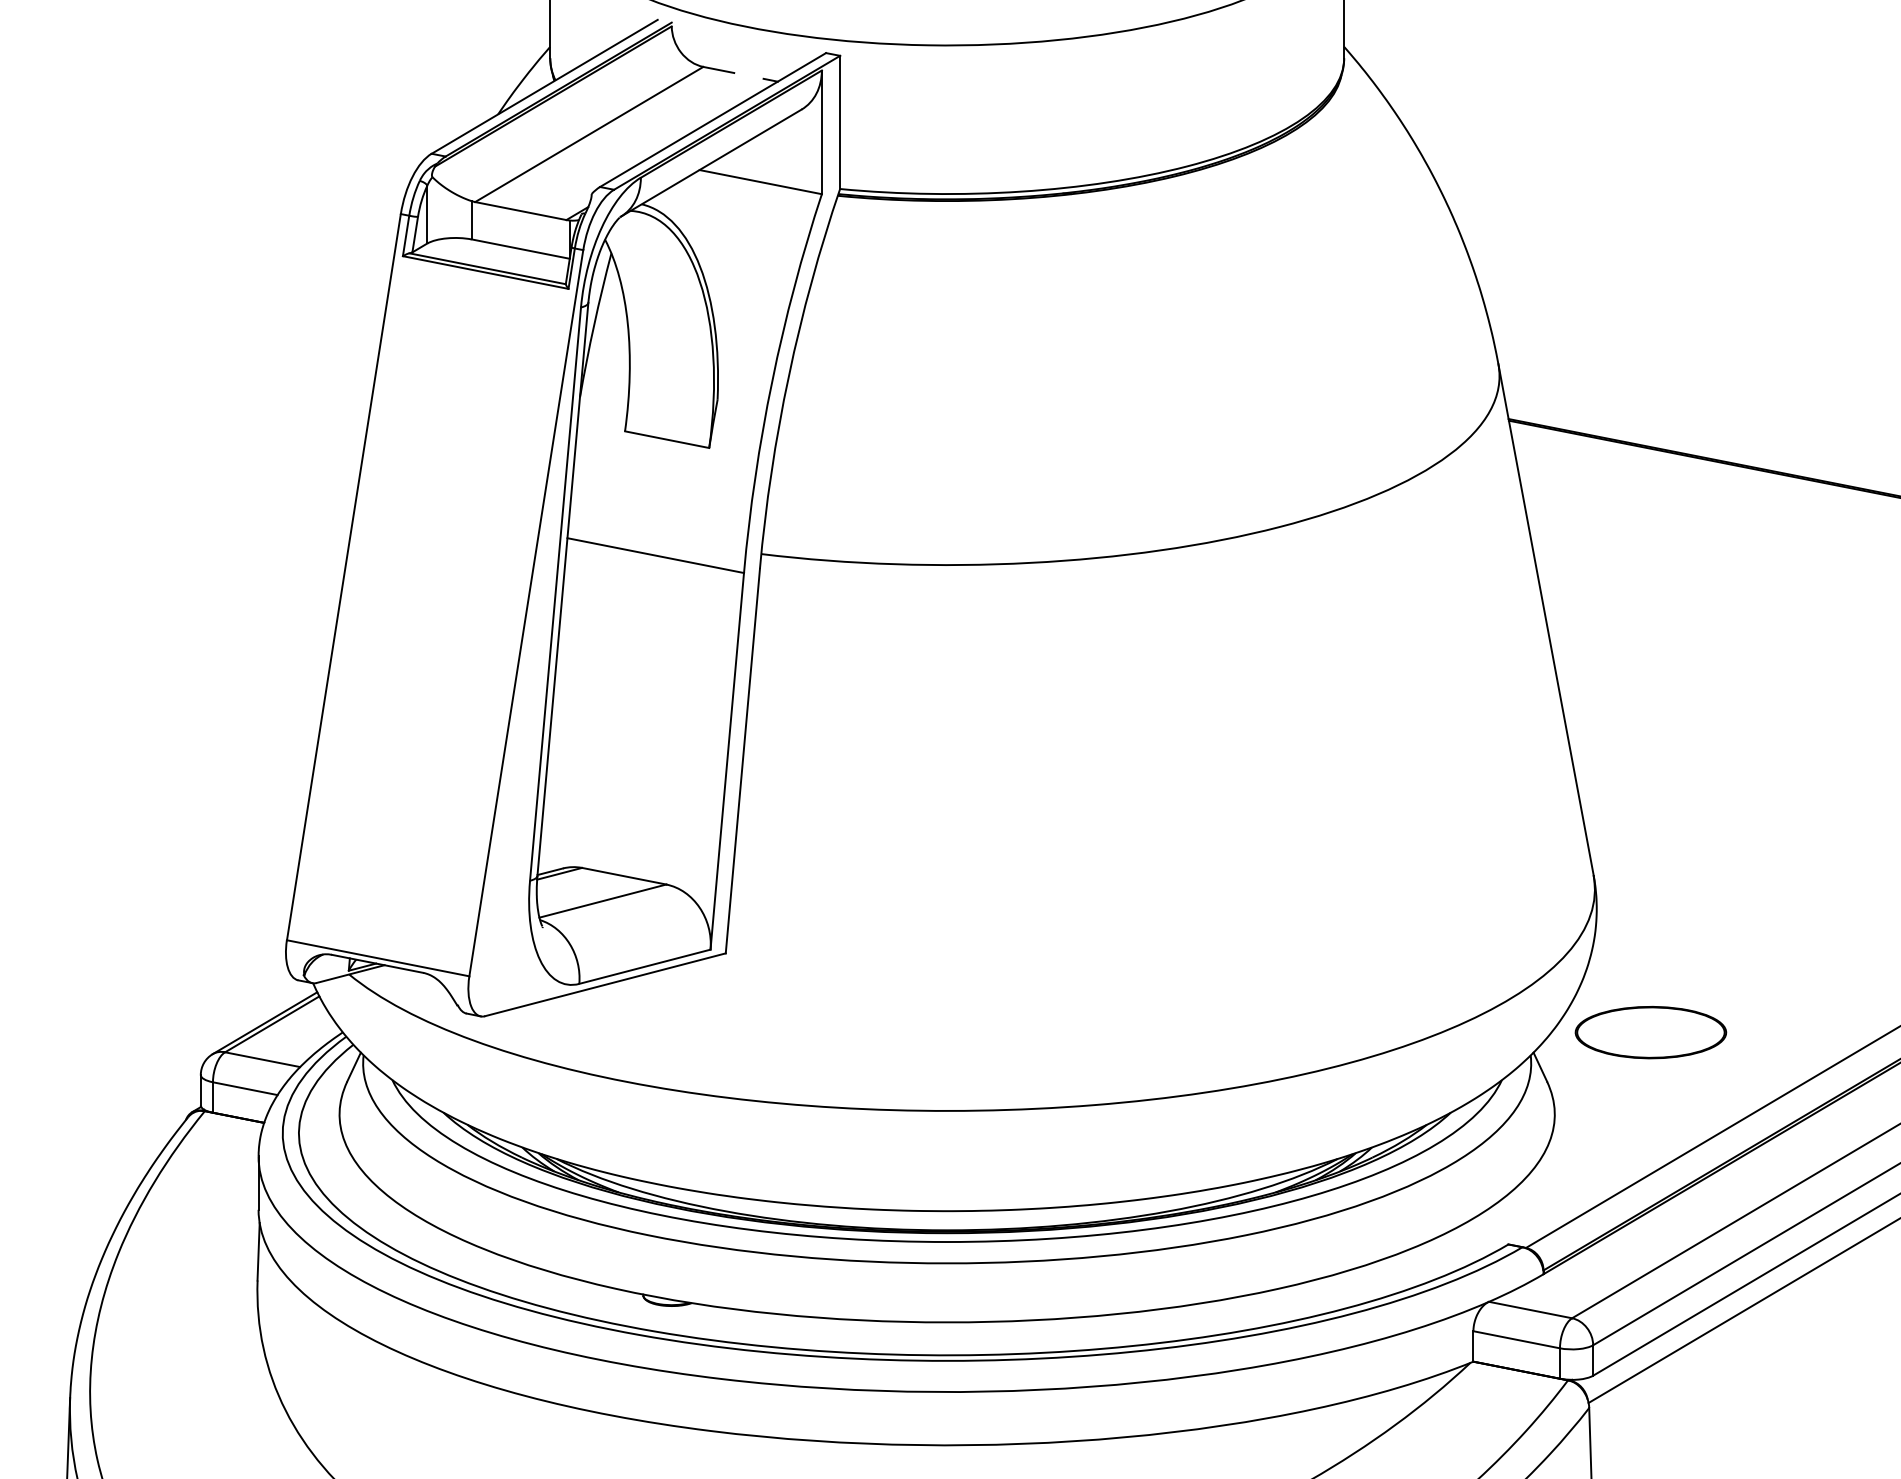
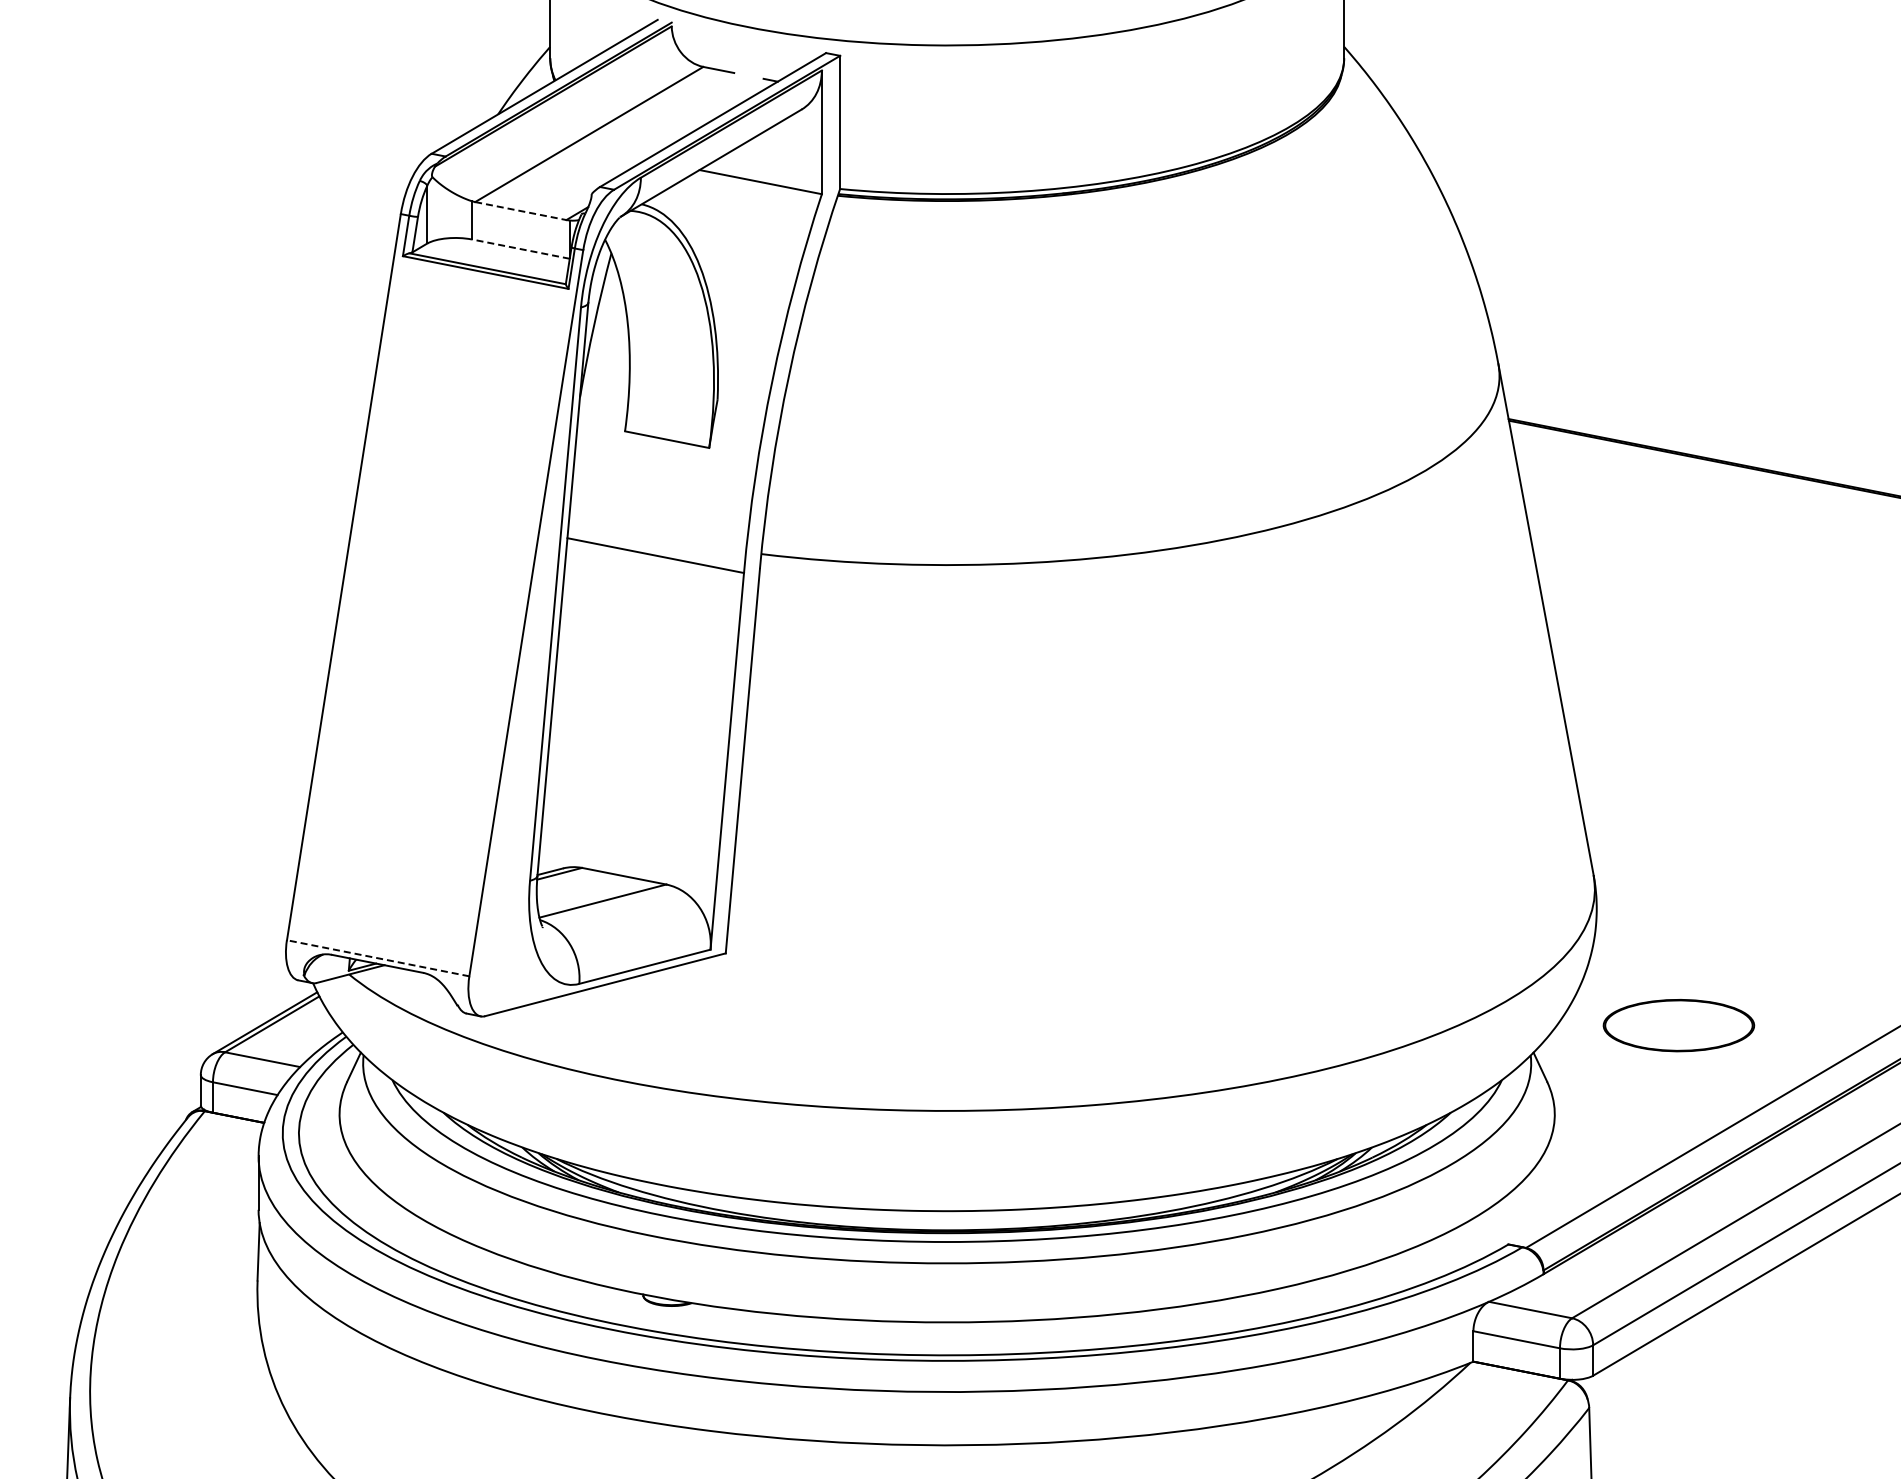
line at (521, 211): solid -> dashed
line at (520, 249): solid -> dashed
line at (378, 958): solid -> dashed
part at (1650, 1032) position: (1650, 1032) -> (1678, 1025)
line at (1742, 1311): present -> none
